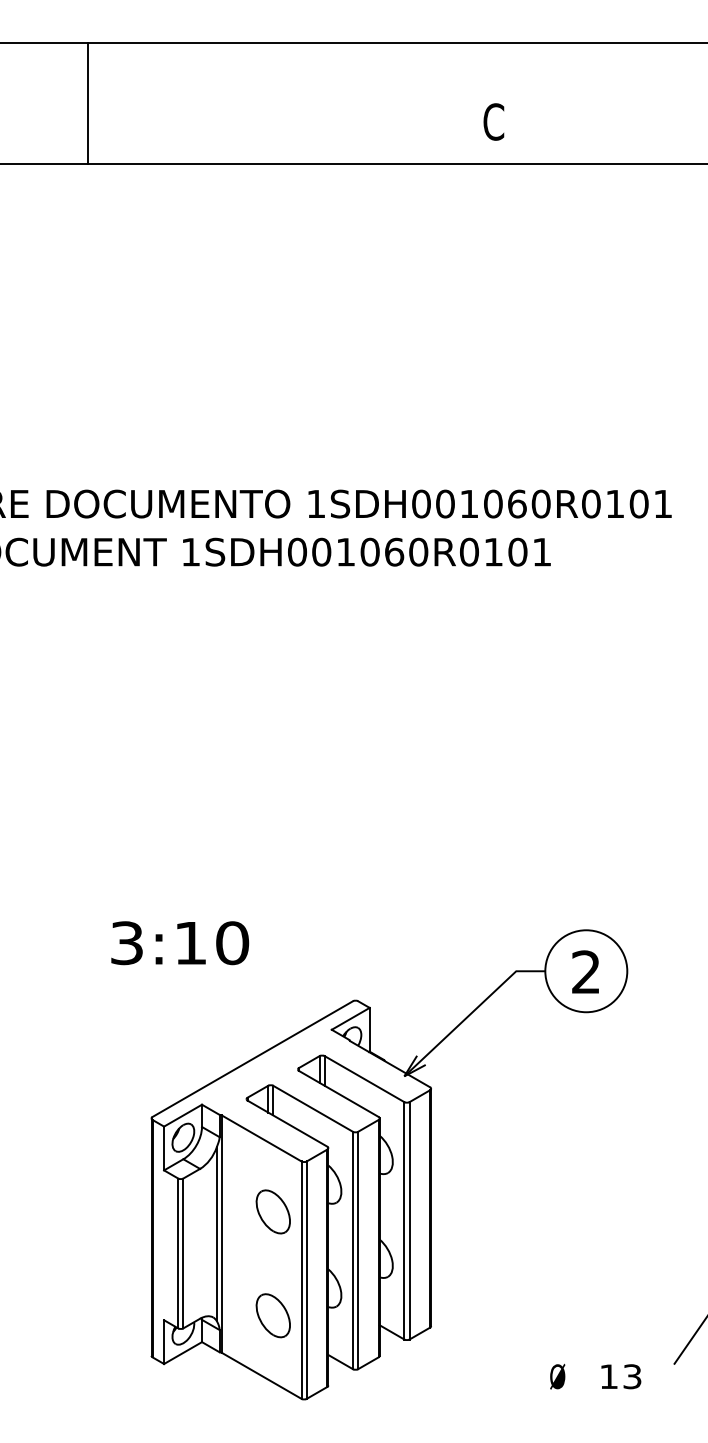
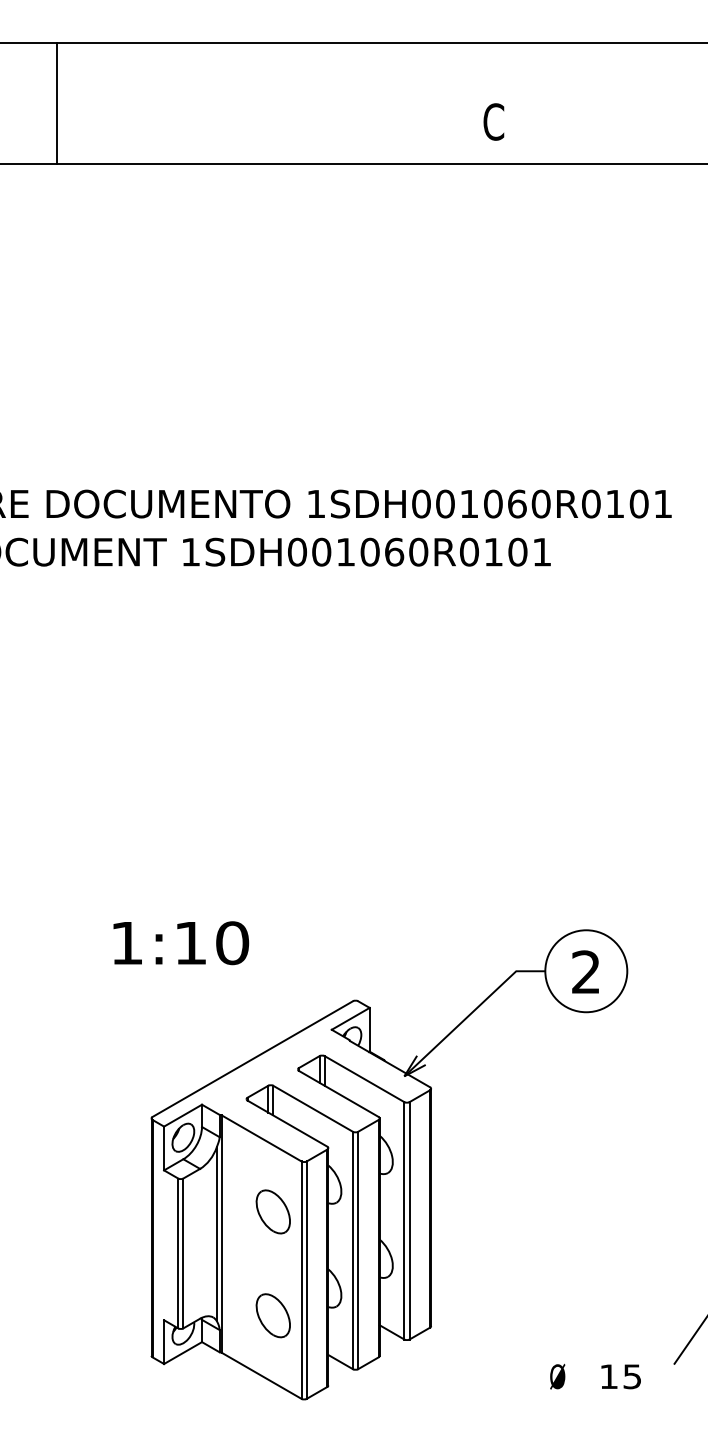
line at (88, 103) position: (88, 103) -> (57, 103)
text at (126, 943): 3:10 -> 1:10
text at (632, 1376): 13 -> 15
